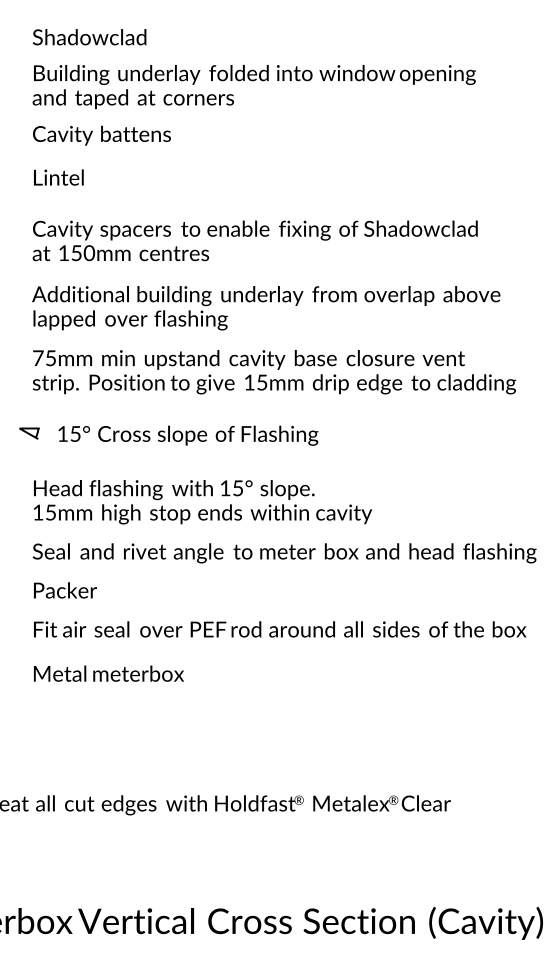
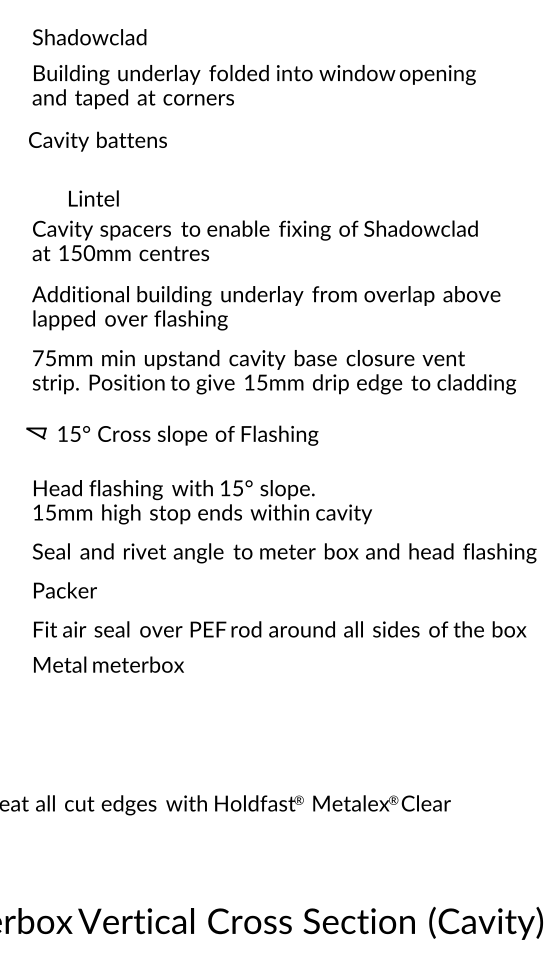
text at (101, 135) position: (101, 135) -> (97, 141)
text at (58, 177) position: (58, 177) -> (93, 198)
part at (29, 433) position: (29, 433) -> (36, 433)
text at (108, 673) position: (108, 673) -> (108, 664)
